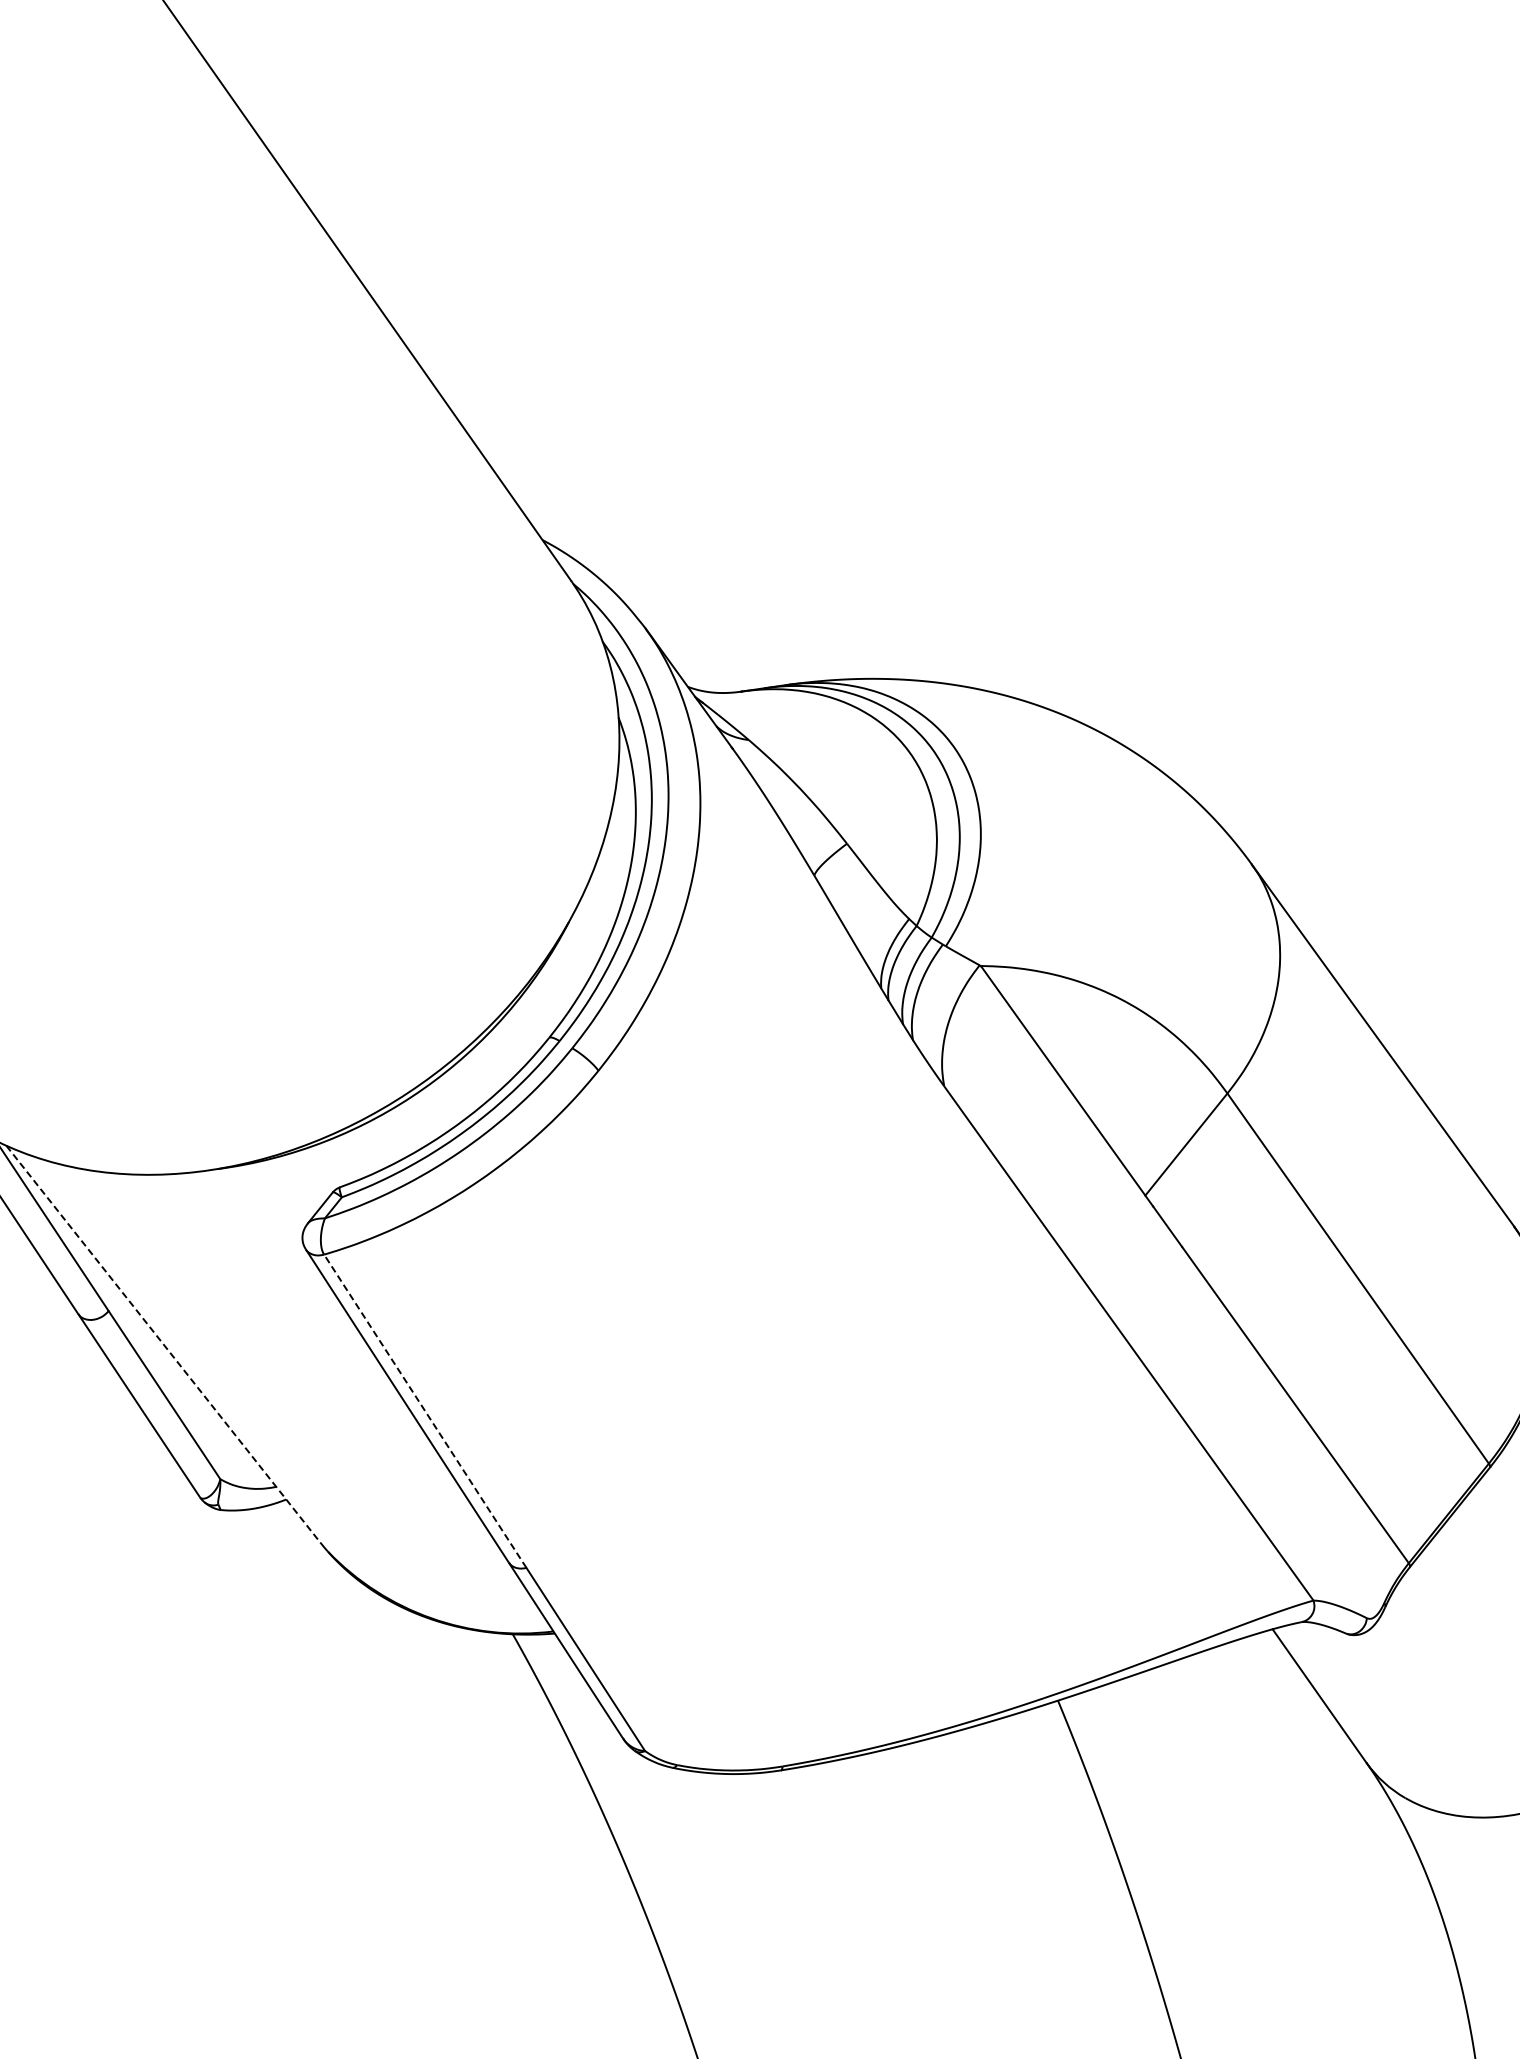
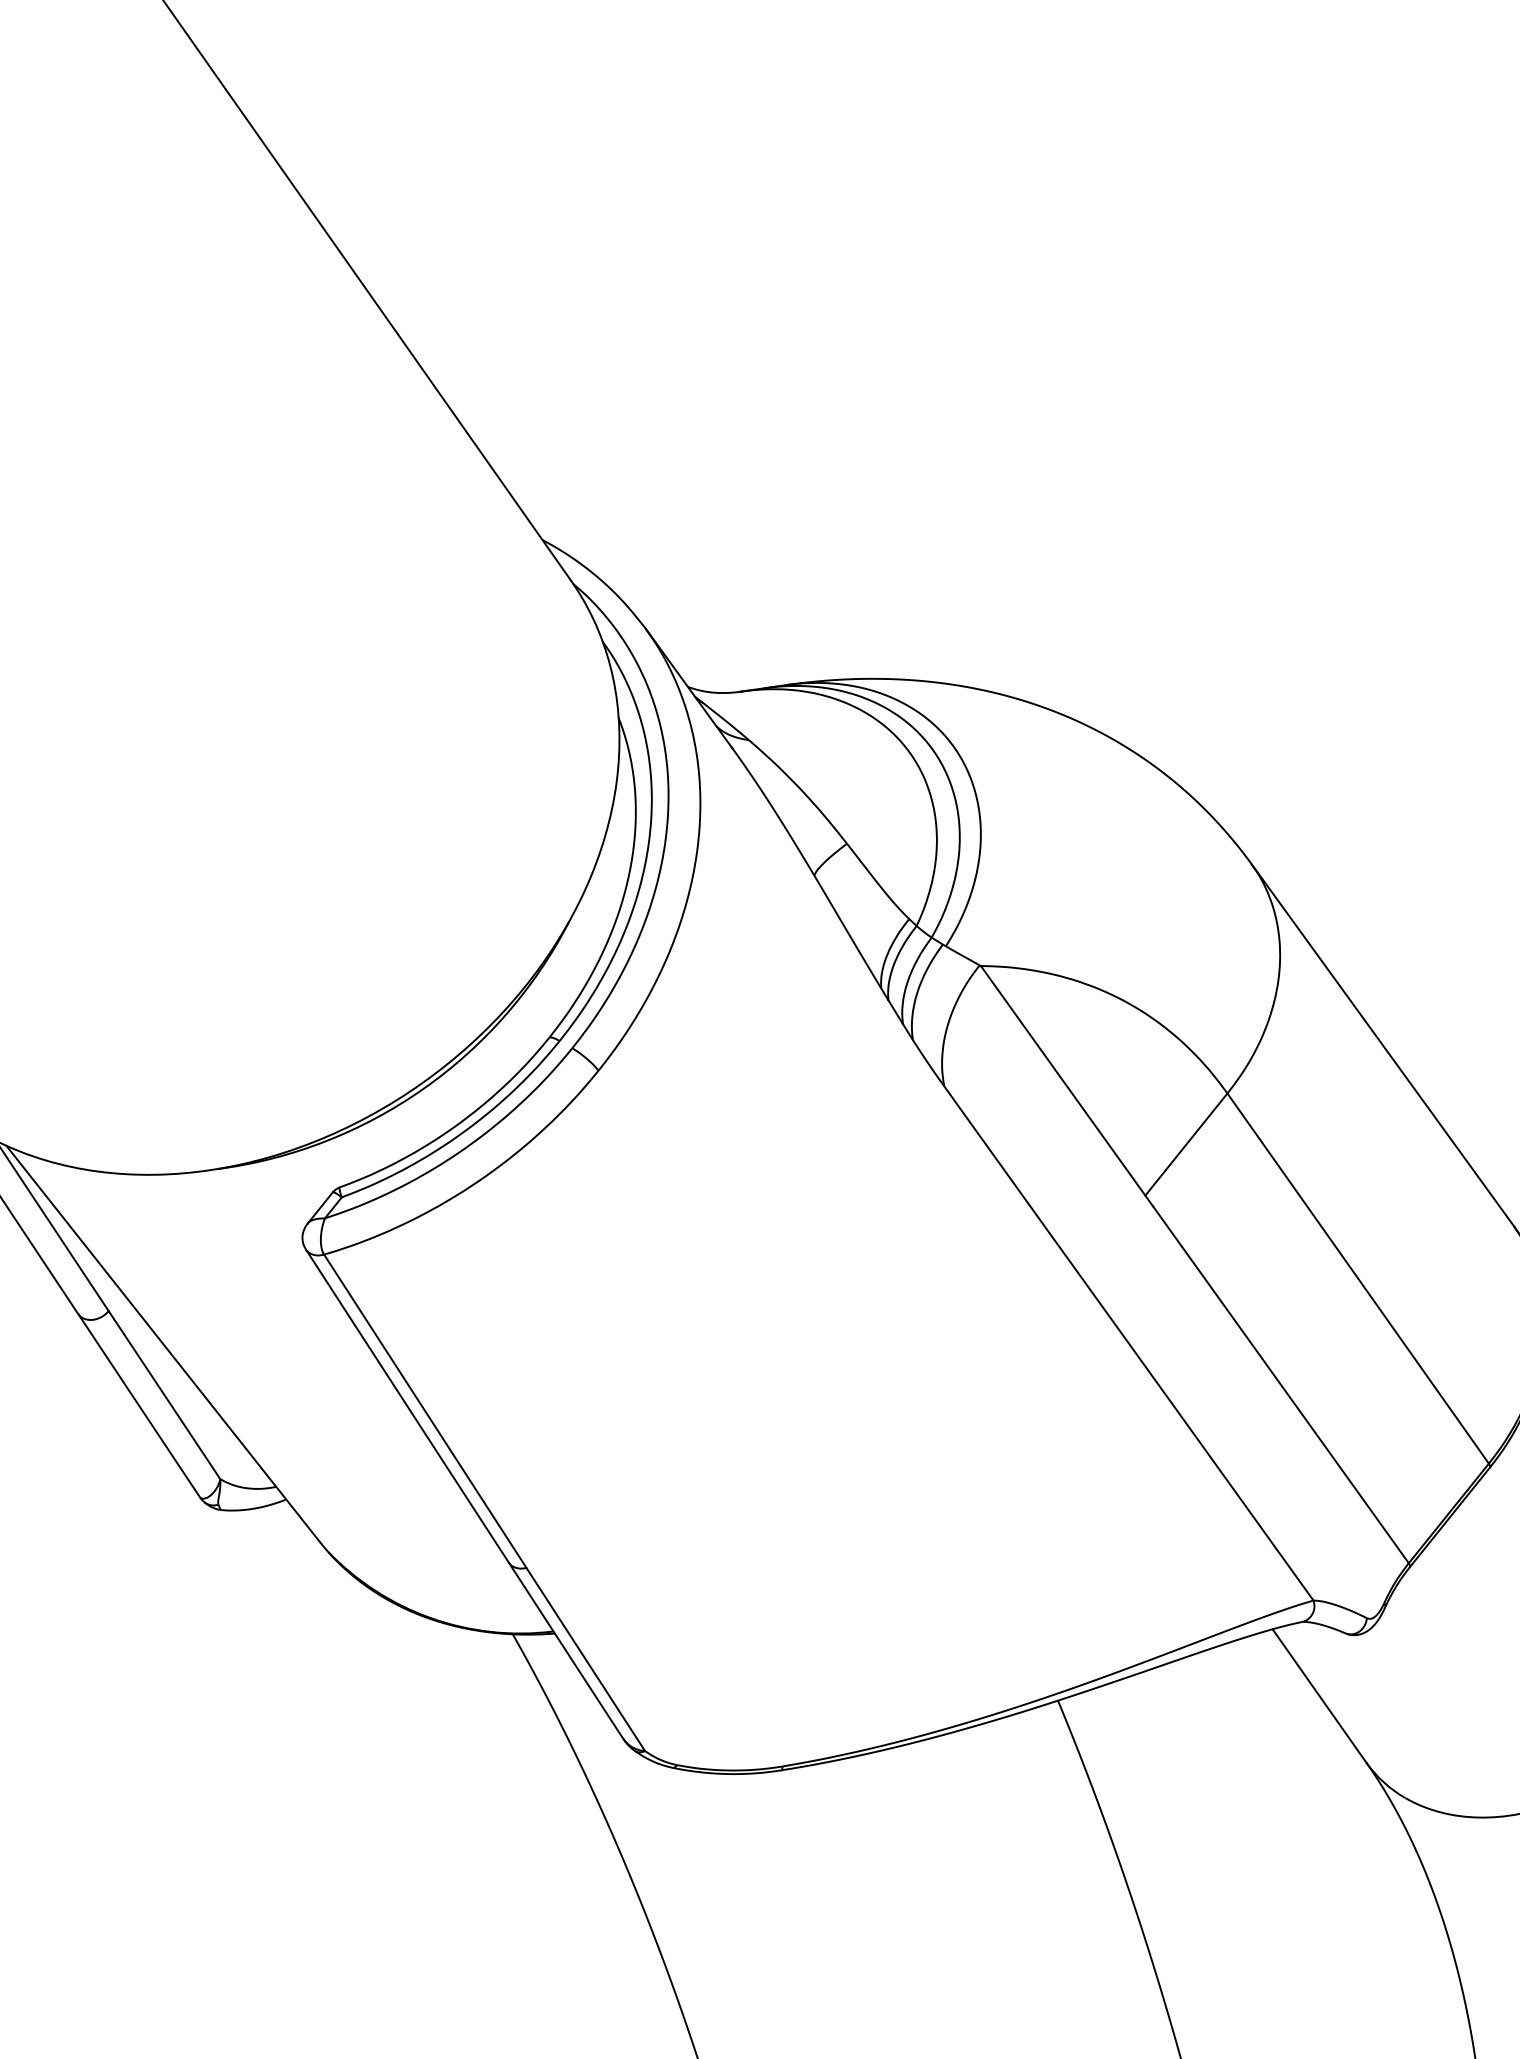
line at (163, 1344): dashed -> solid
line at (425, 1410): dashed -> solid
